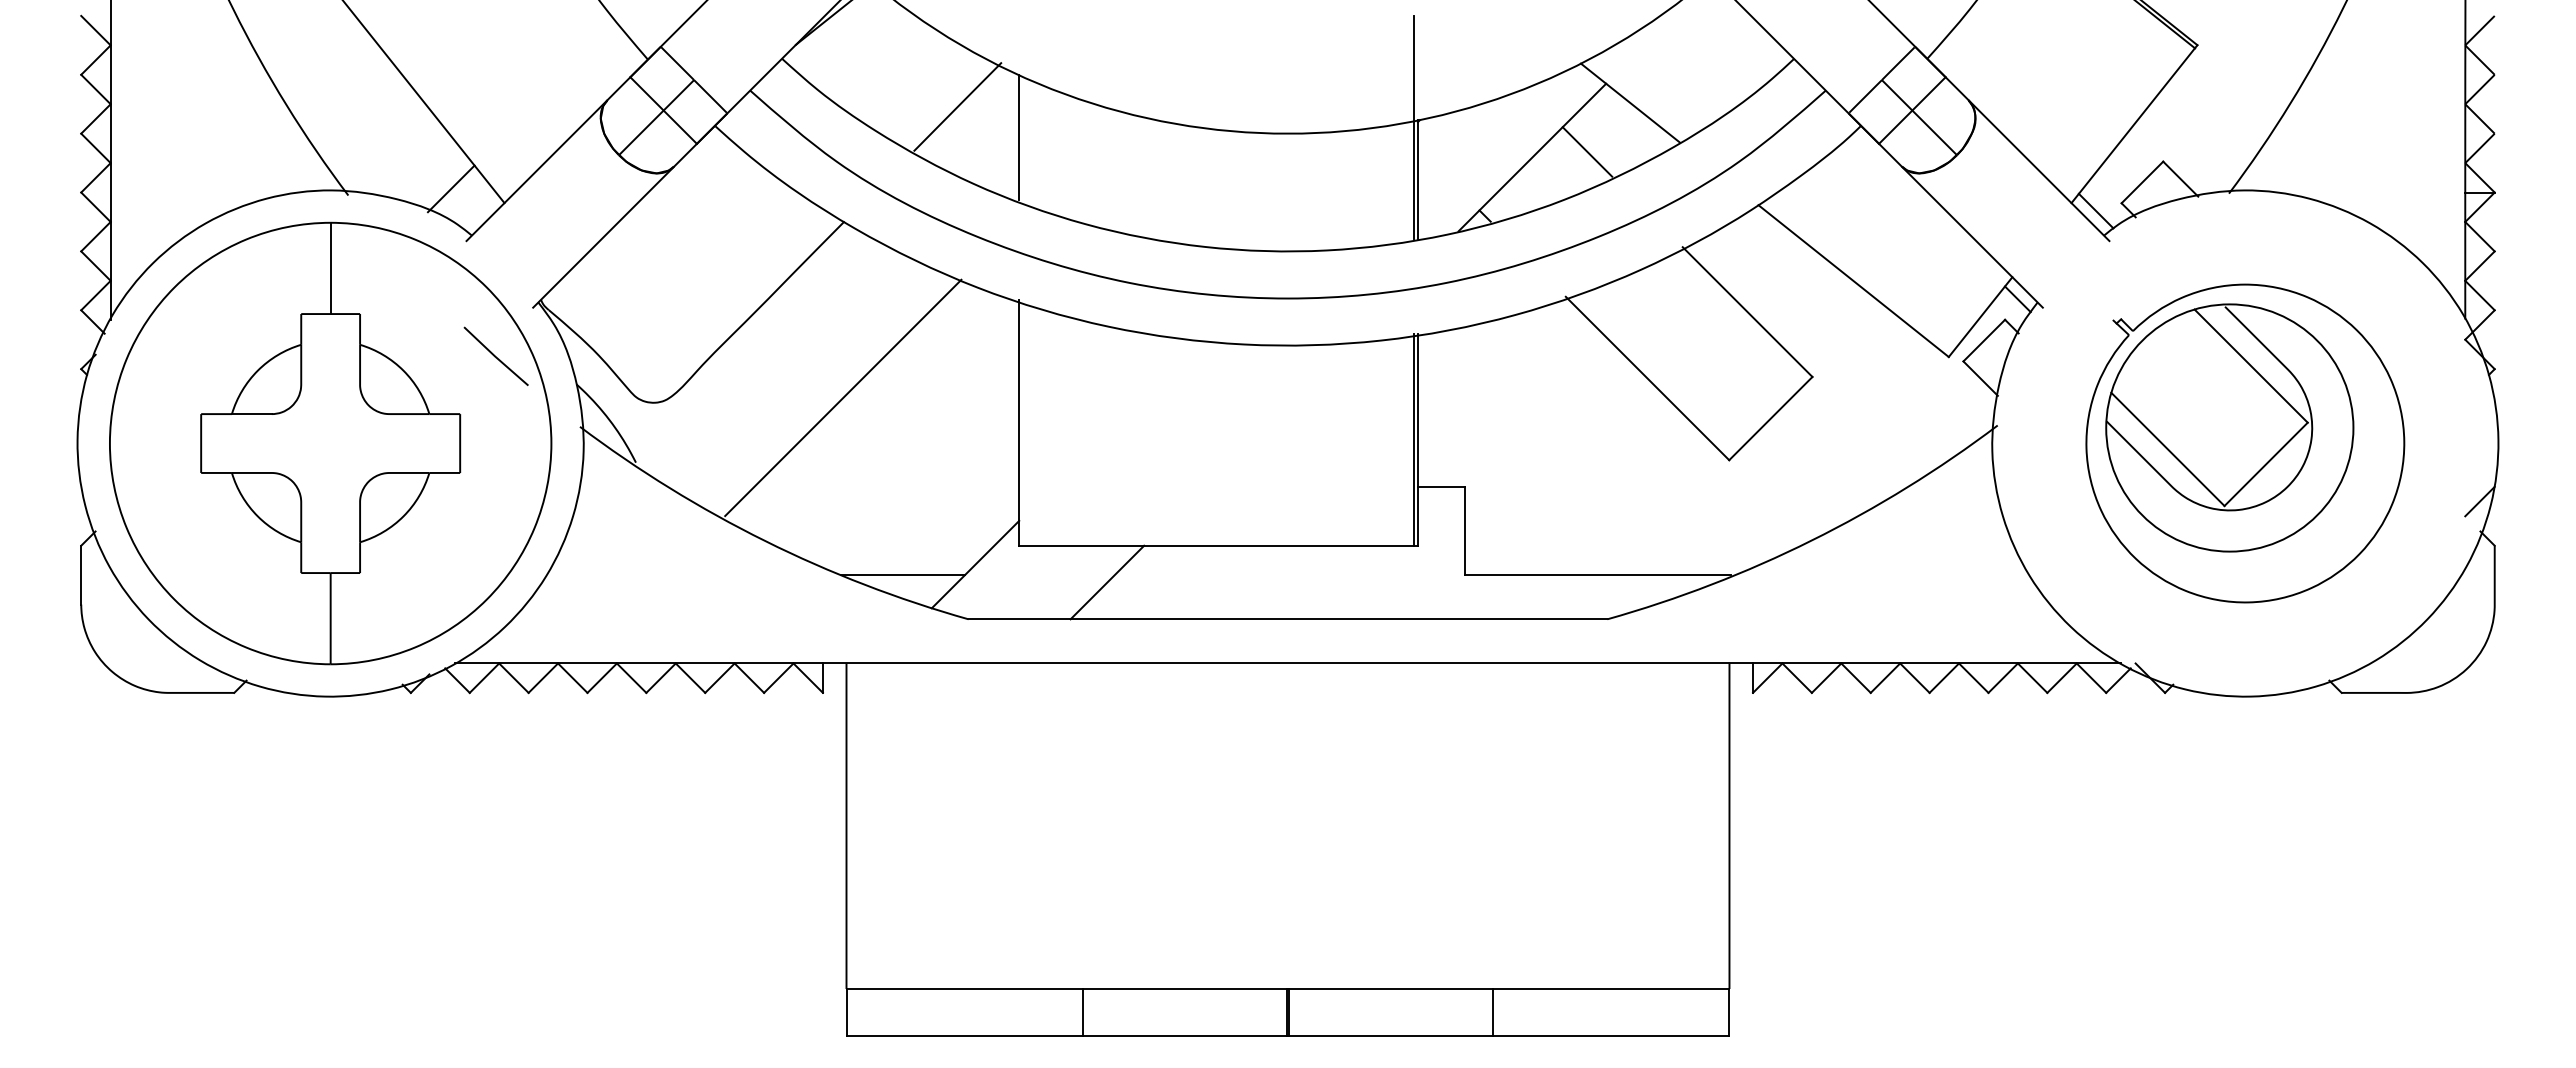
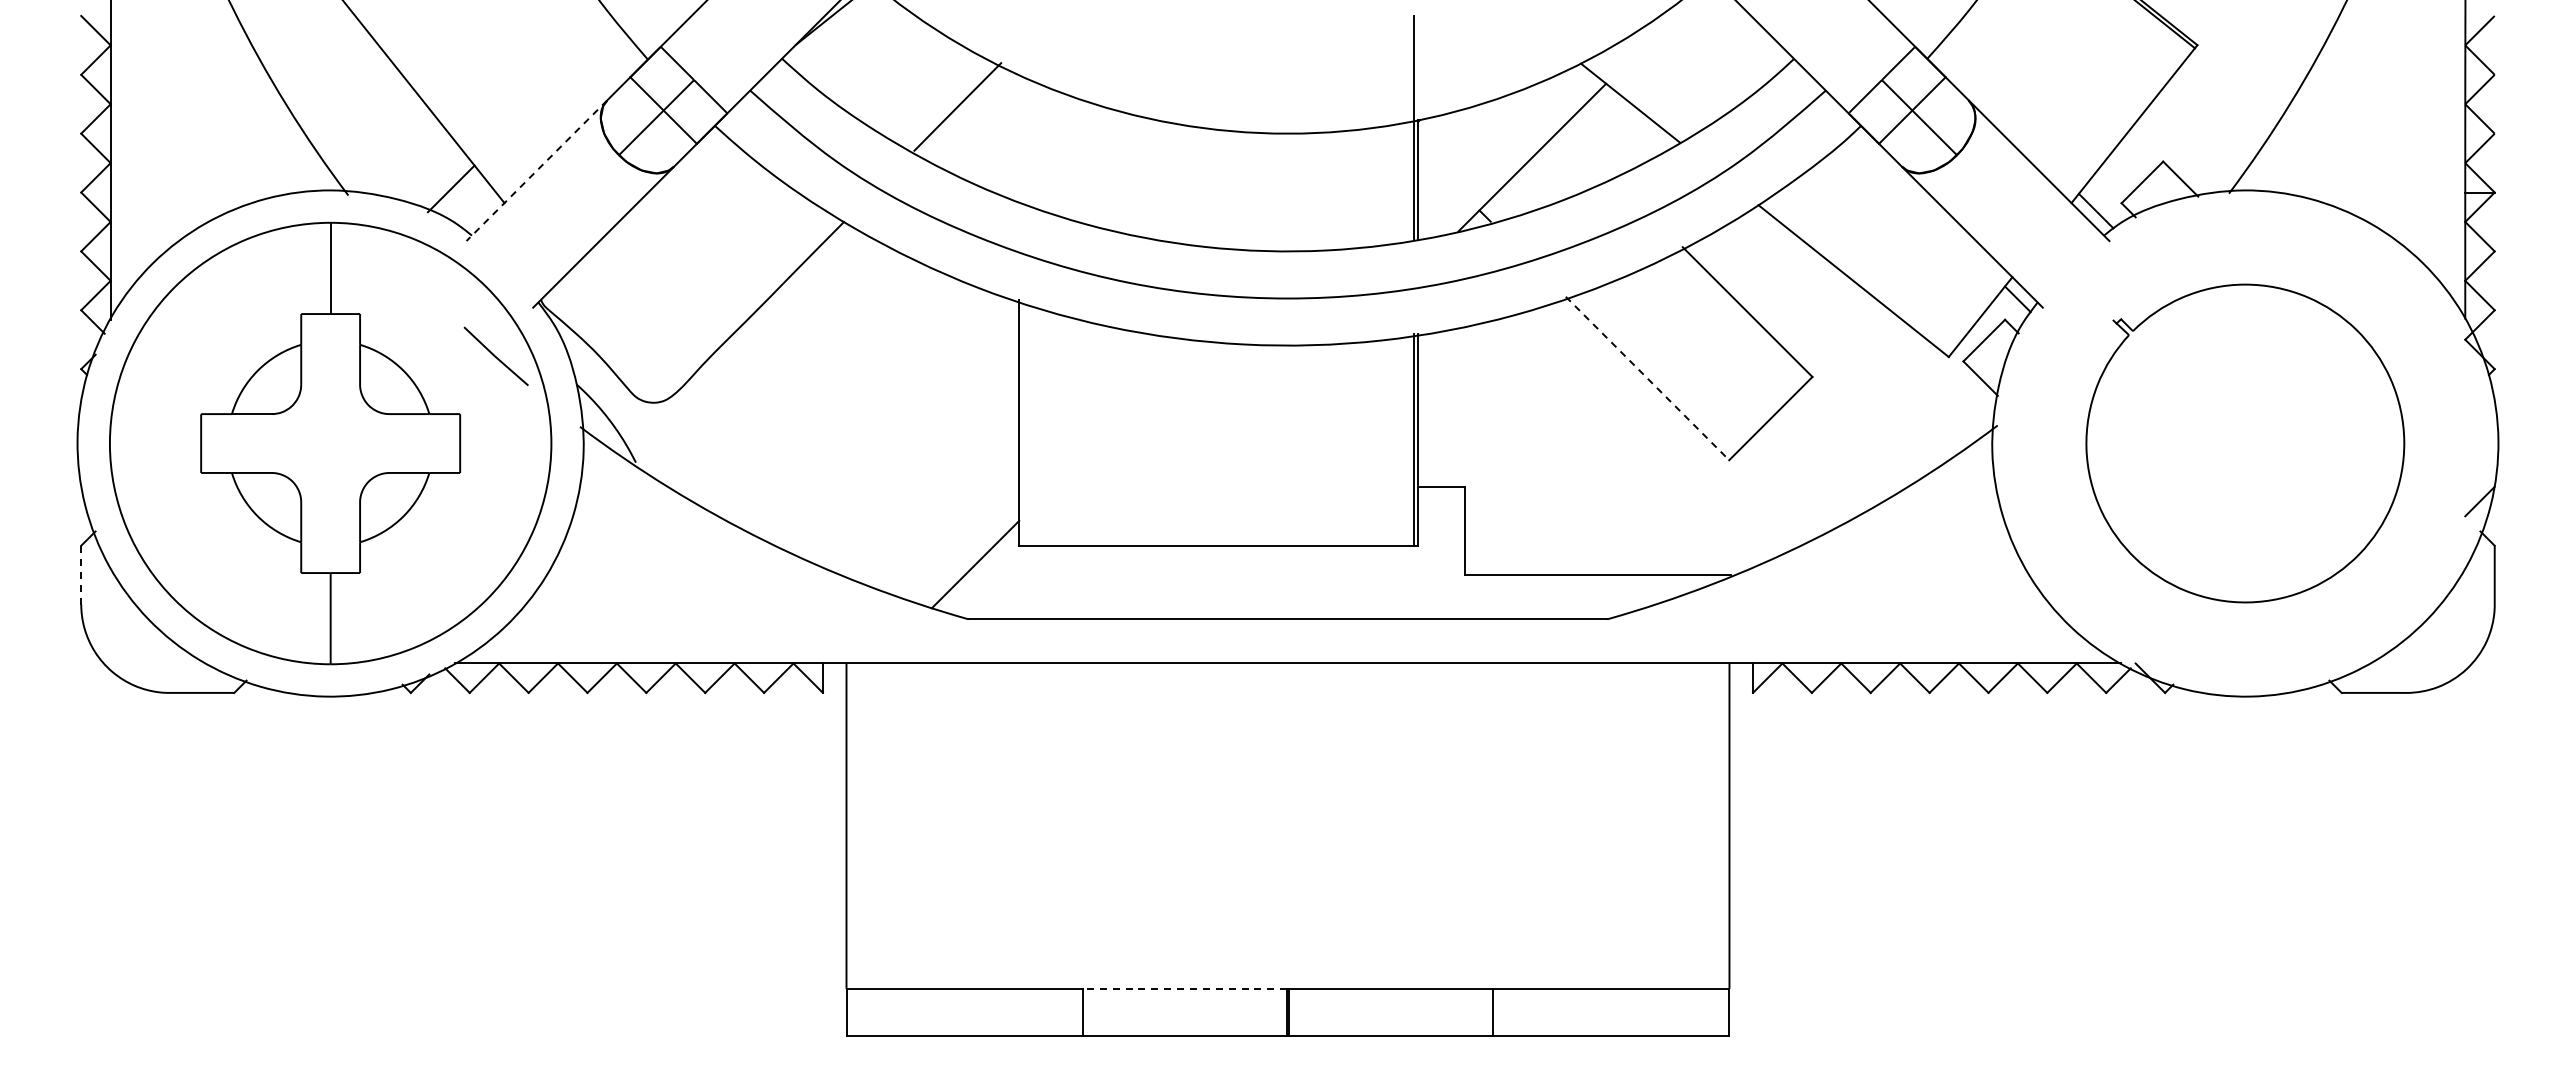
line at (1019, 137): present -> none
line at (1587, 151): present -> none
line at (536, 171): solid -> dashed
line at (1647, 378): solid -> dashed
line at (843, 397): present -> none
part at (2229, 427): present -> none
line at (81, 574): solid -> dashed
line at (902, 575): present -> none
line at (1107, 582): present -> none
line at (1185, 988): solid -> dashed
